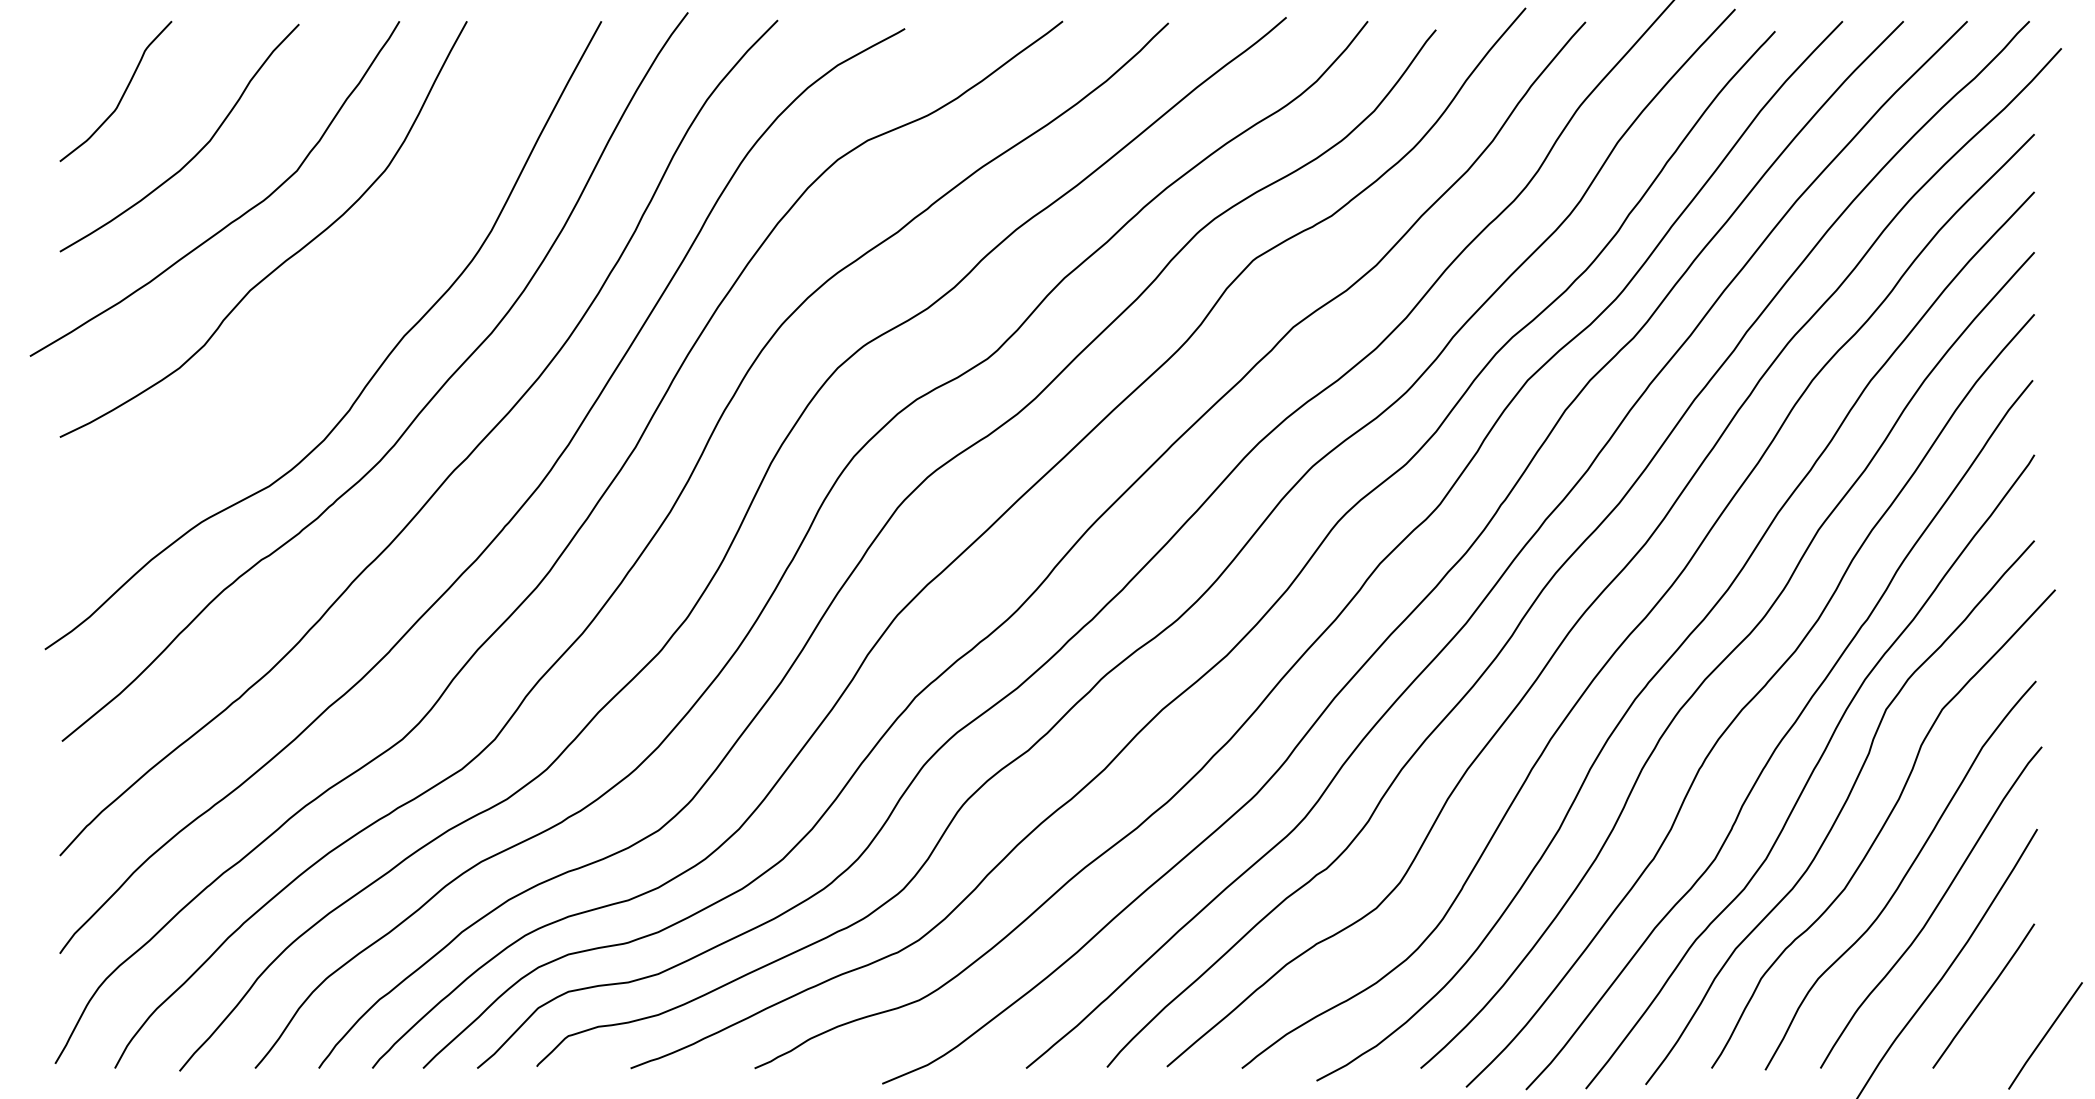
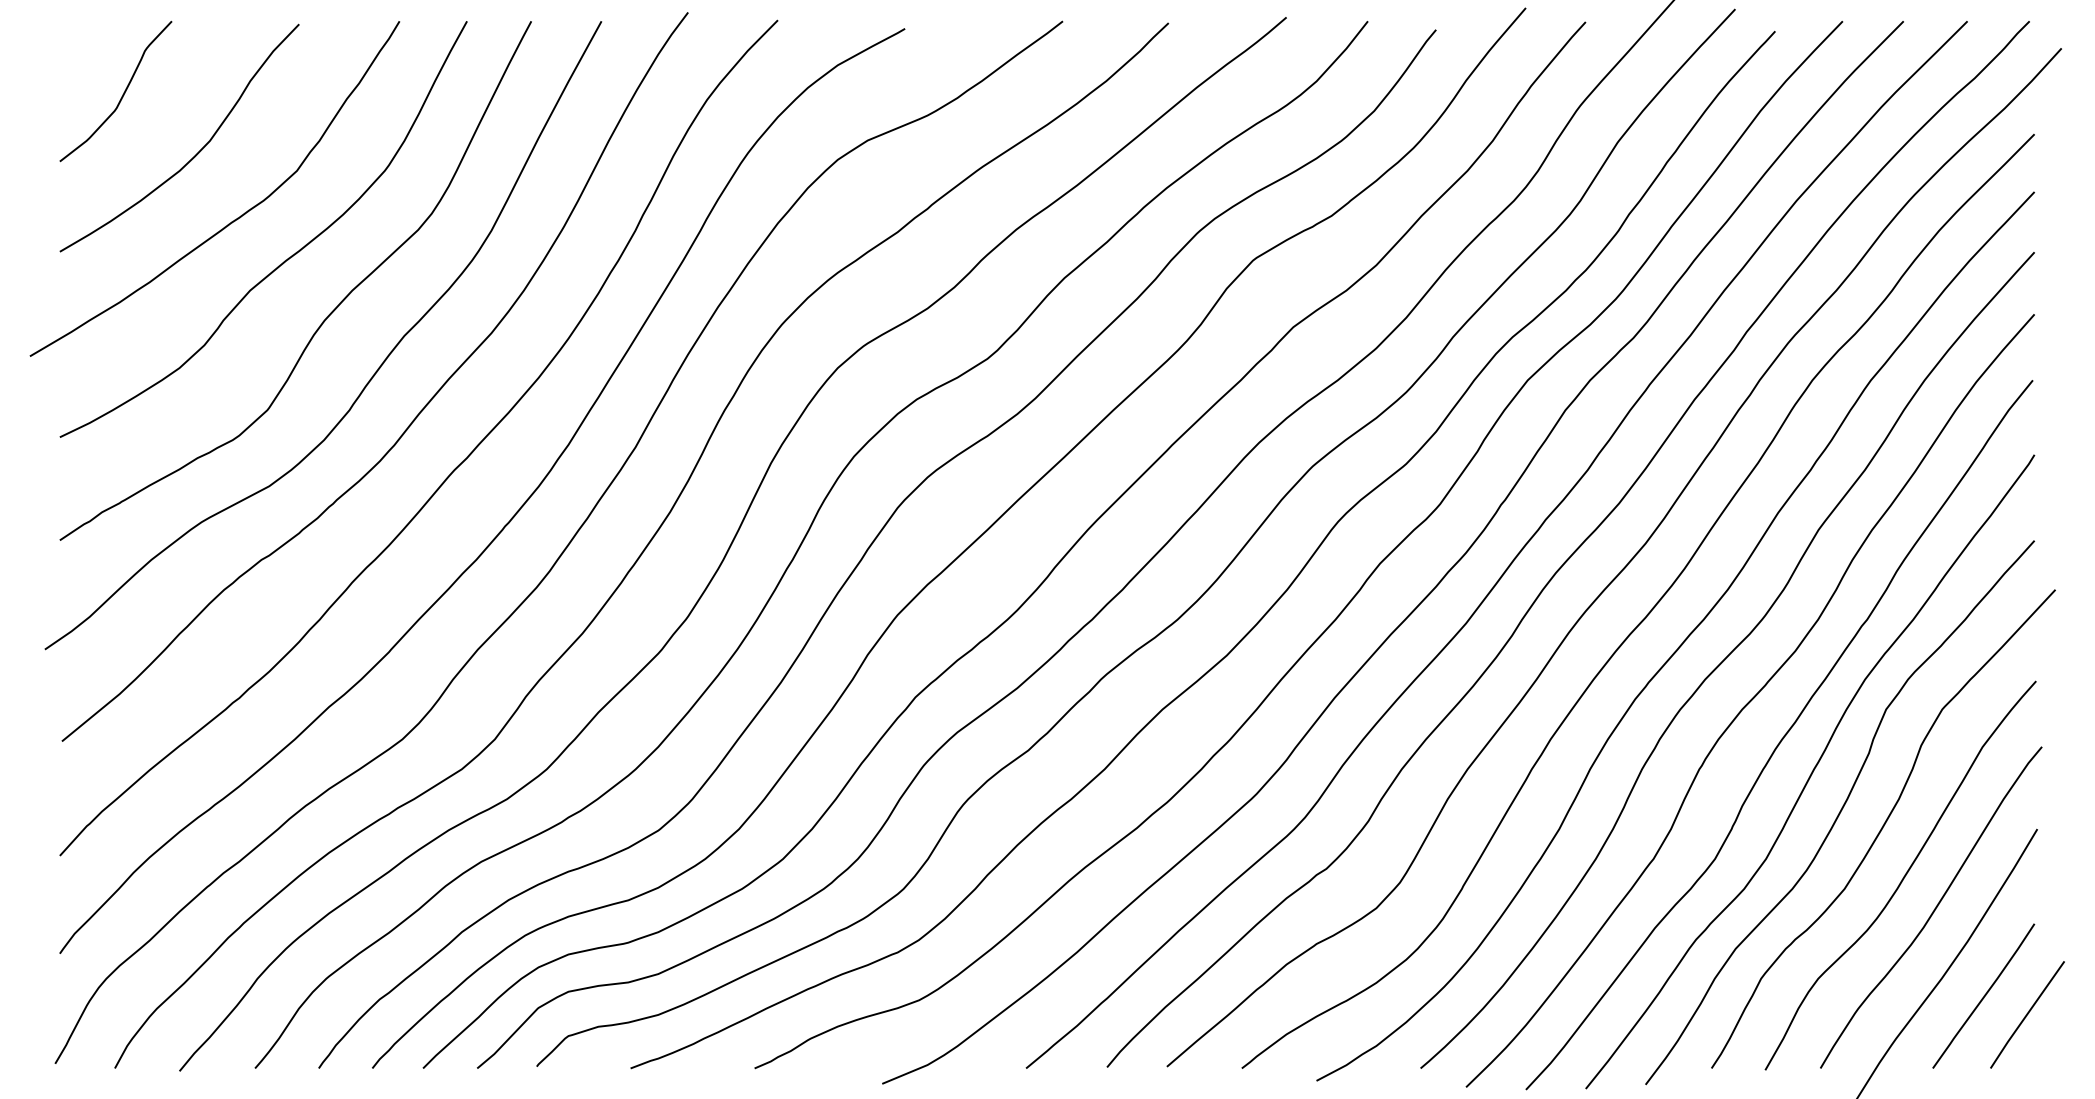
curve at (329, 313): none -> present
line at (2045, 1035) position: (2045, 1035) -> (2027, 1014)
